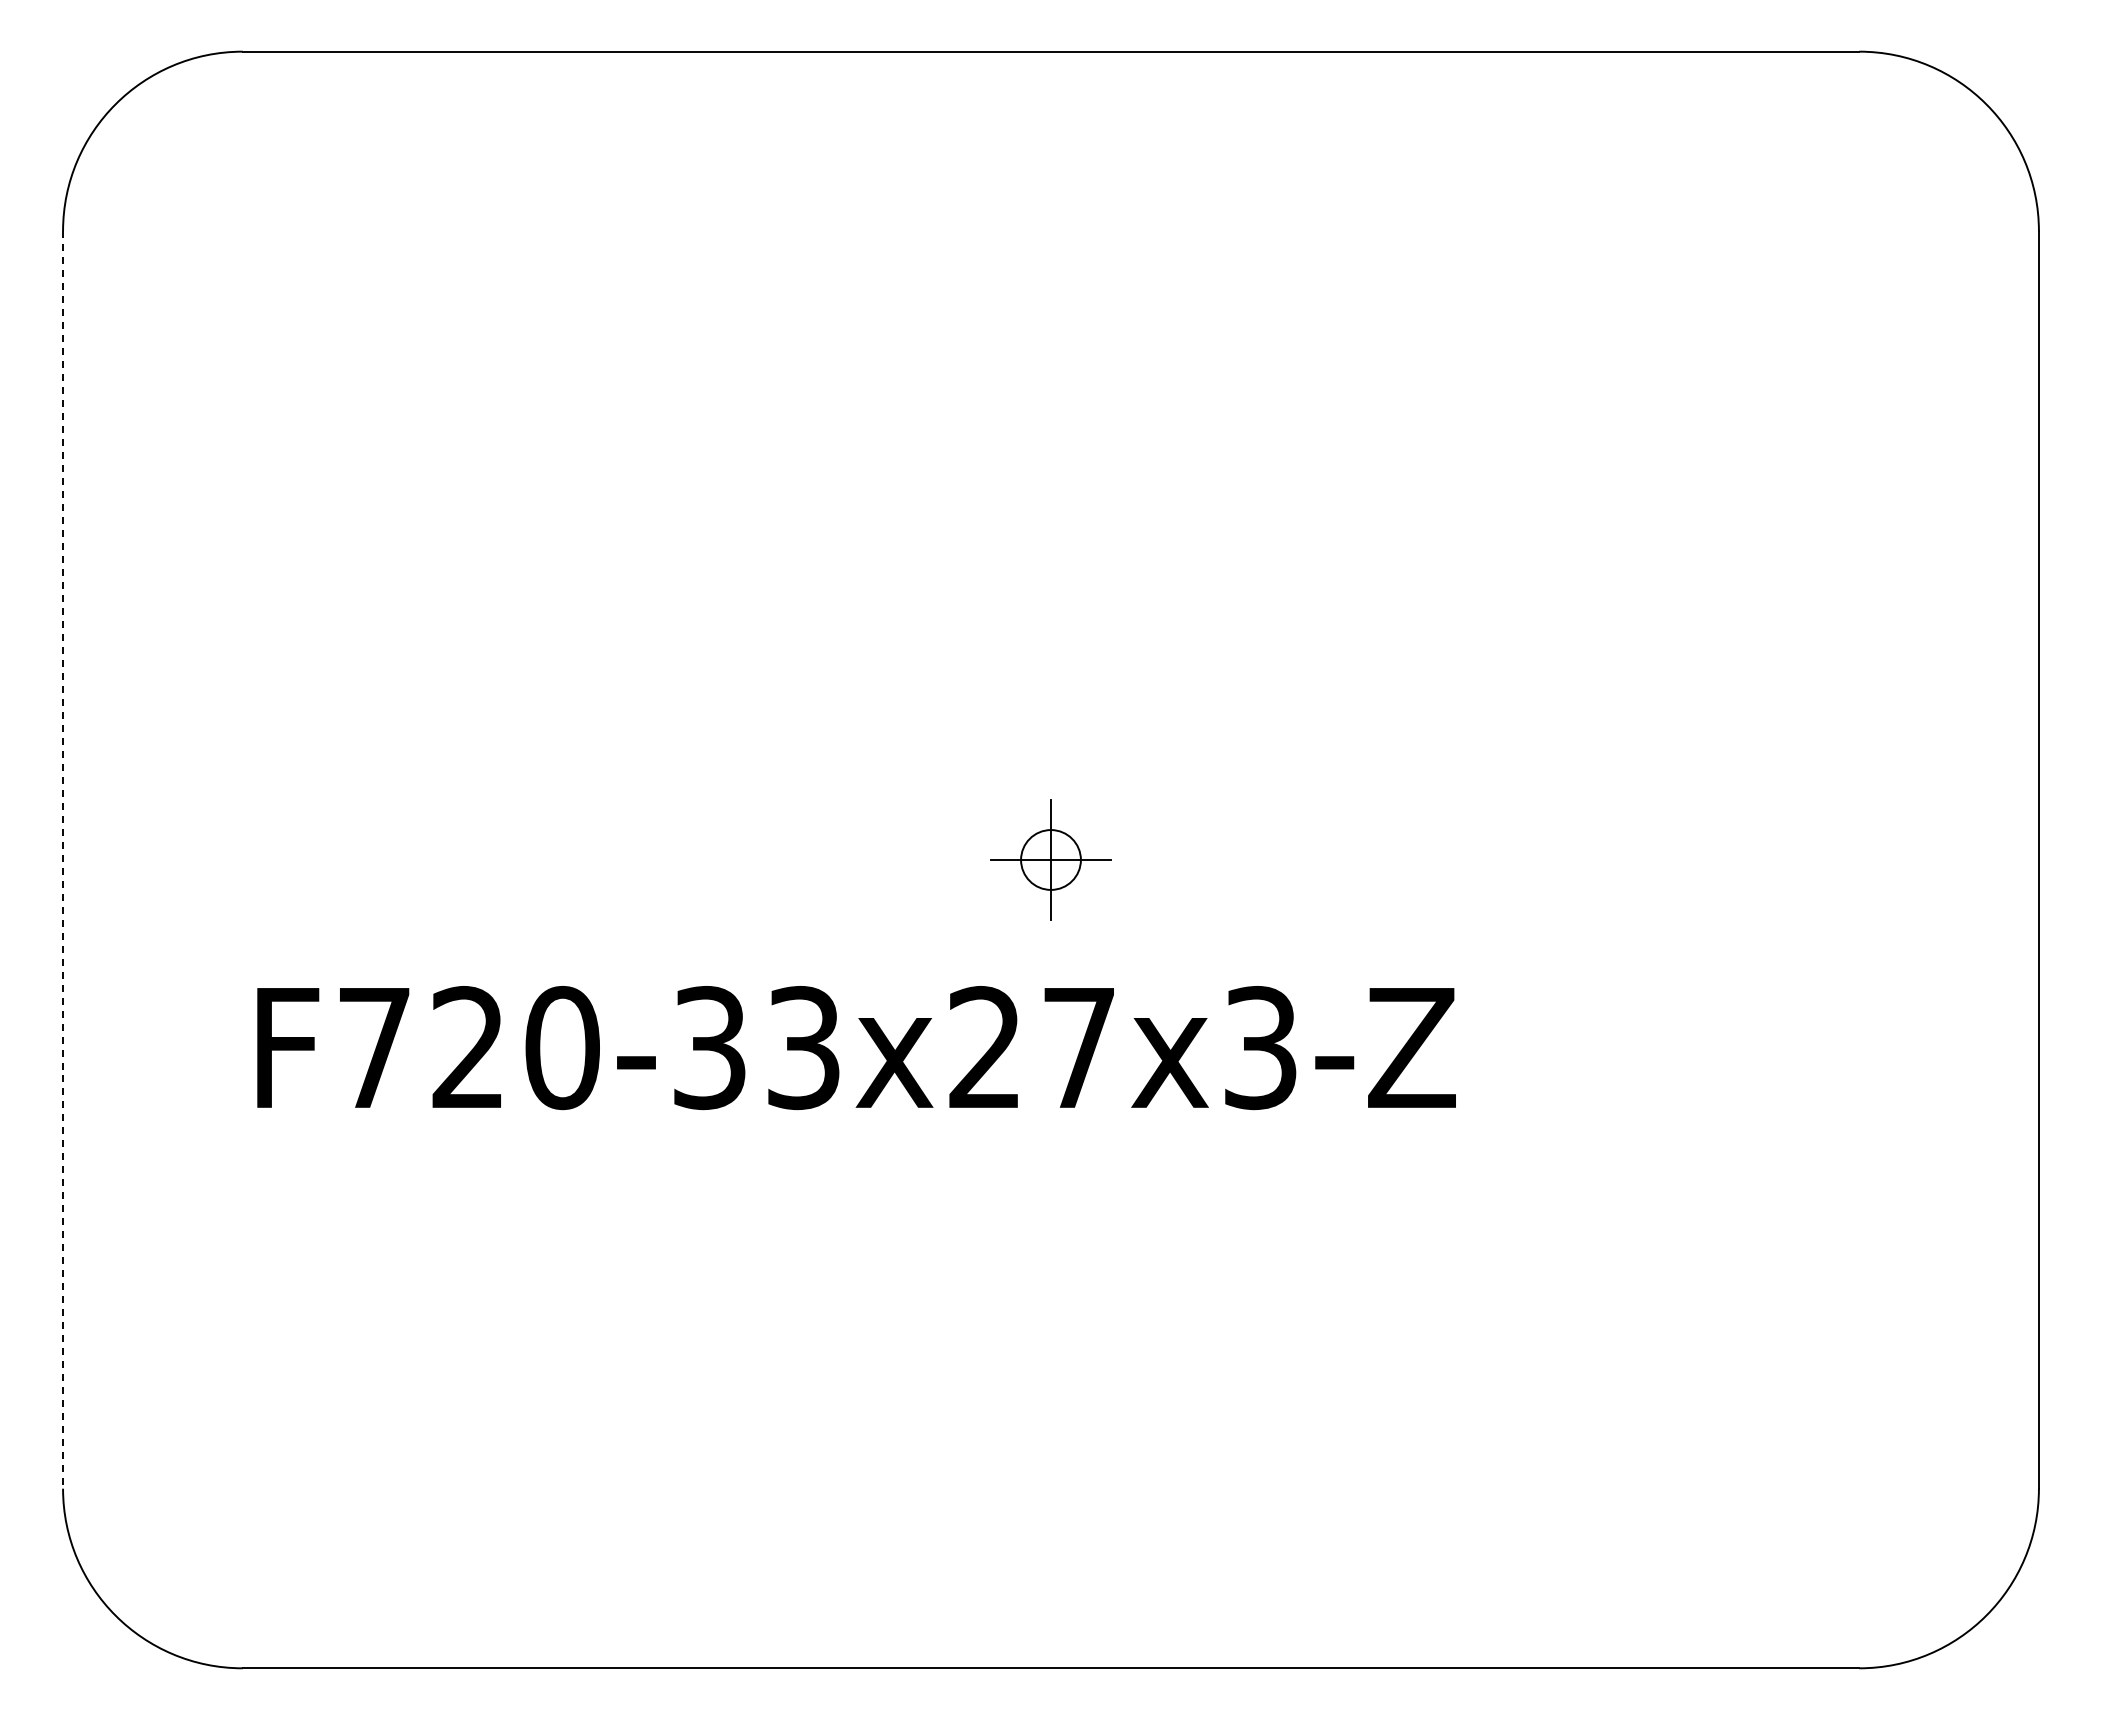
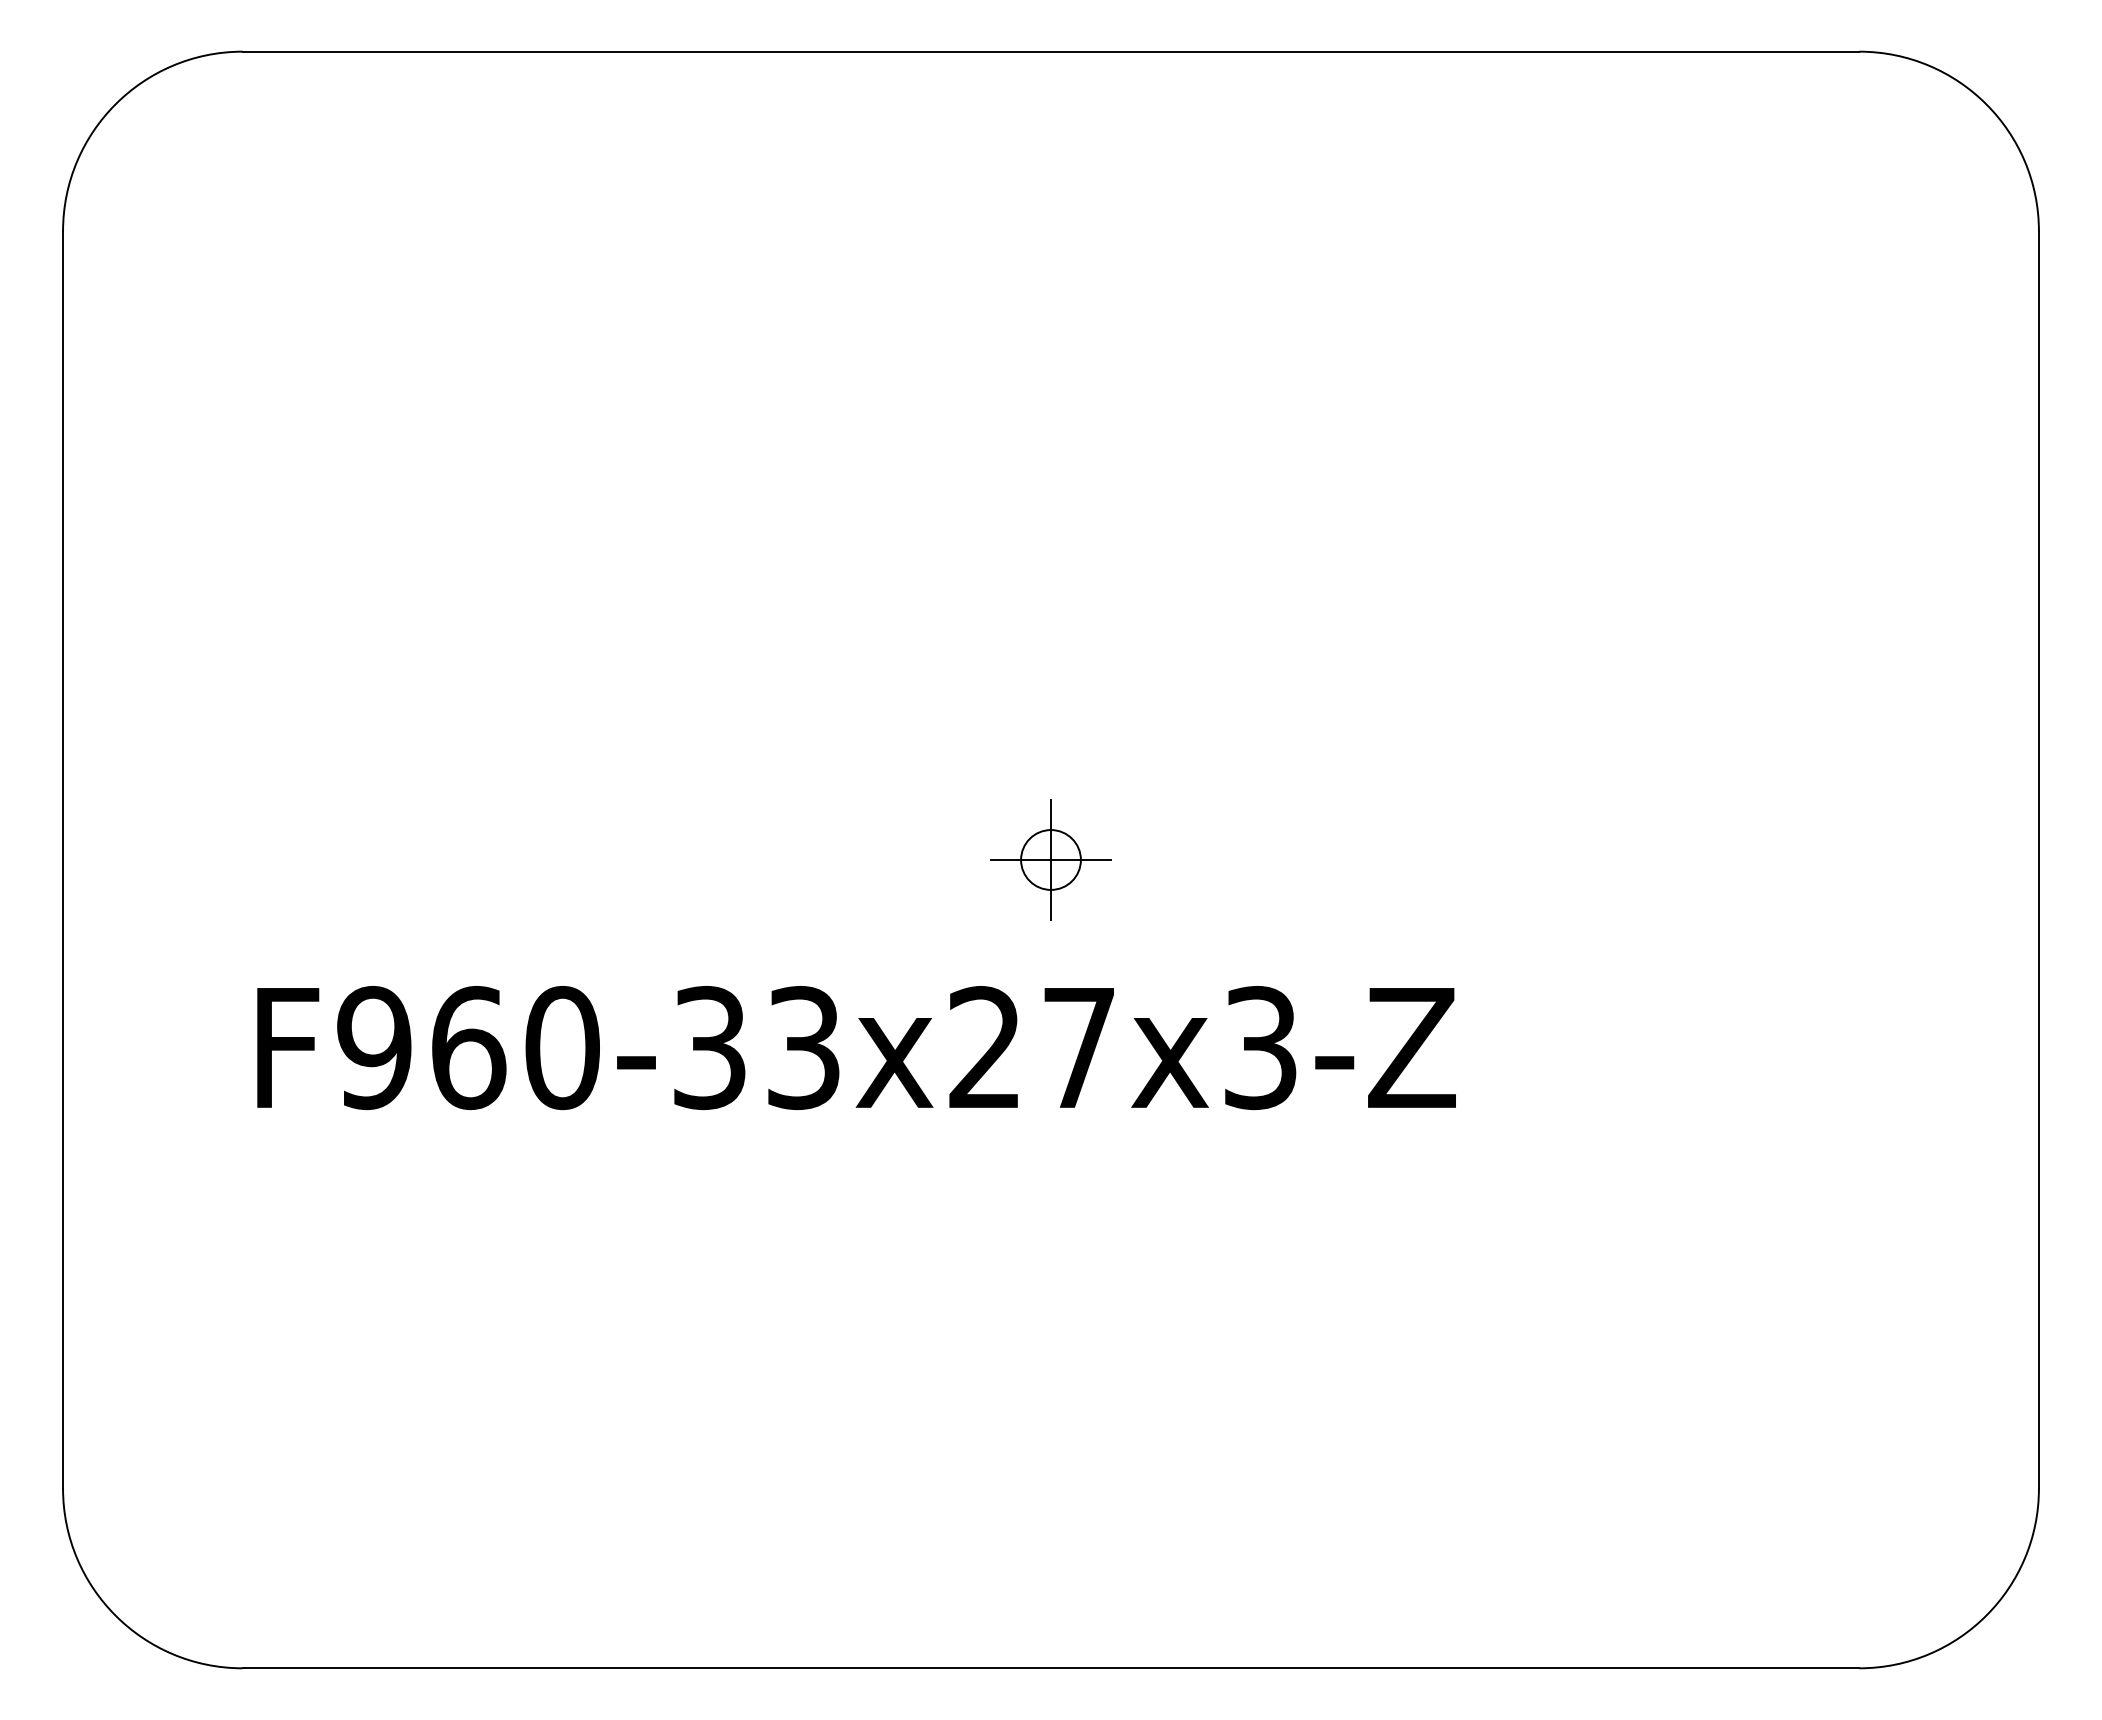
line at (63, 860): dashed -> solid
text at (421, 1048): F720-33x27x3-Z -> F960-33x27x3-Z
